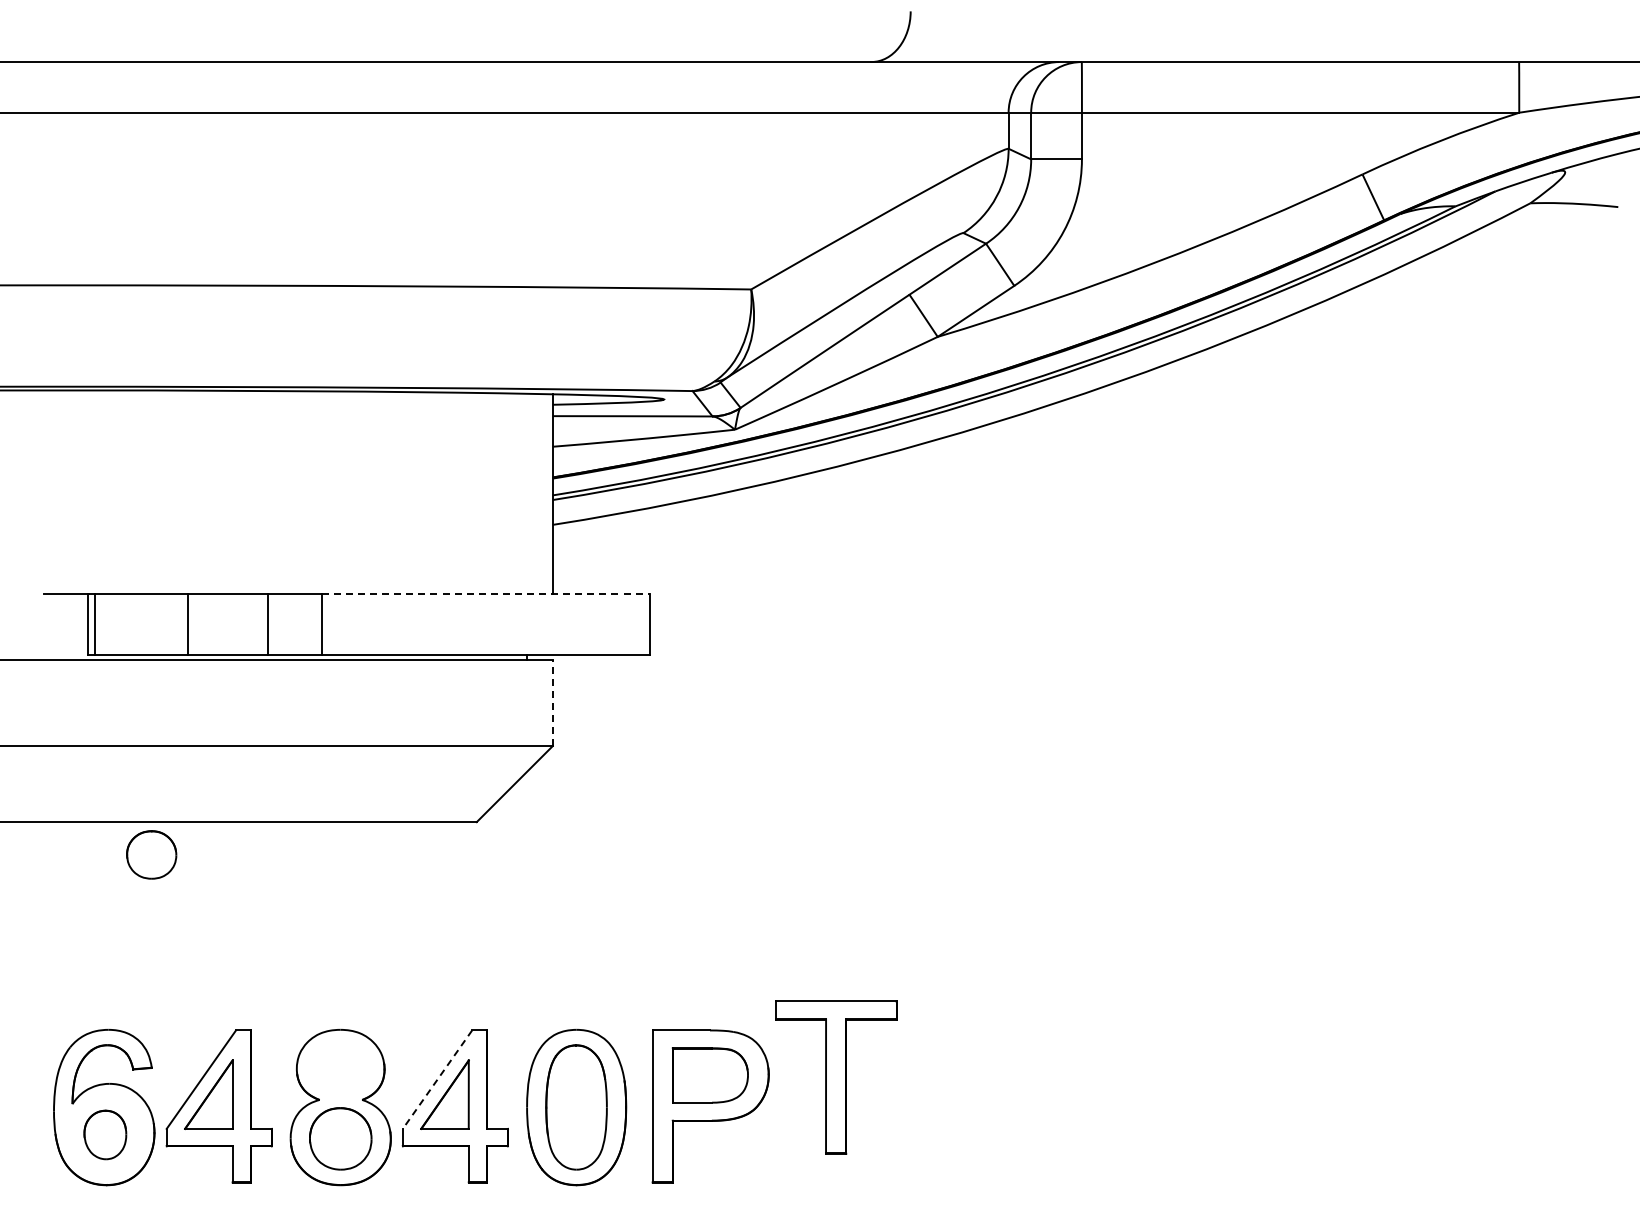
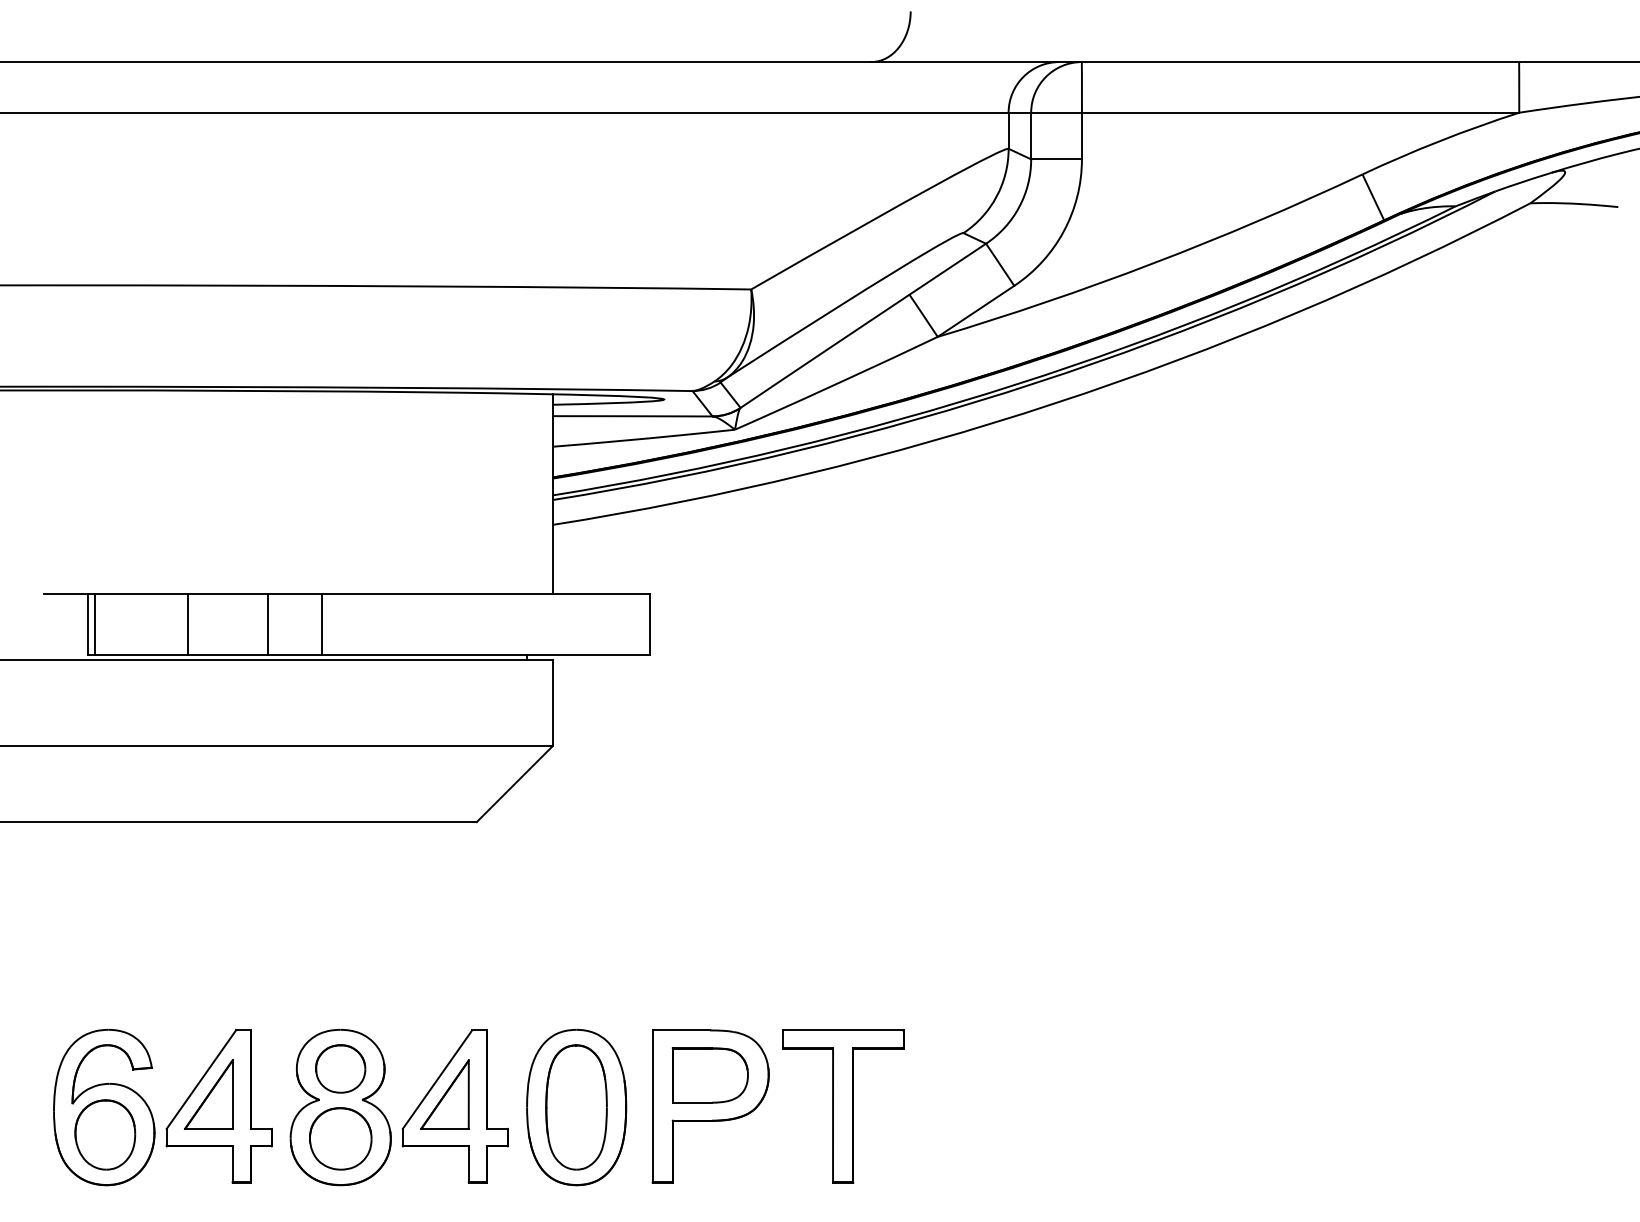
line at (486, 594): dashed -> solid
line at (552, 702): dashed -> solid
part at (151, 854) position: (151, 854) -> (340, 1068)
part at (836, 1077) position: (836, 1077) -> (843, 1106)
line at (437, 1080): dashed -> solid
part at (105, 1134) size: 45x52 px -> 63x72 px
